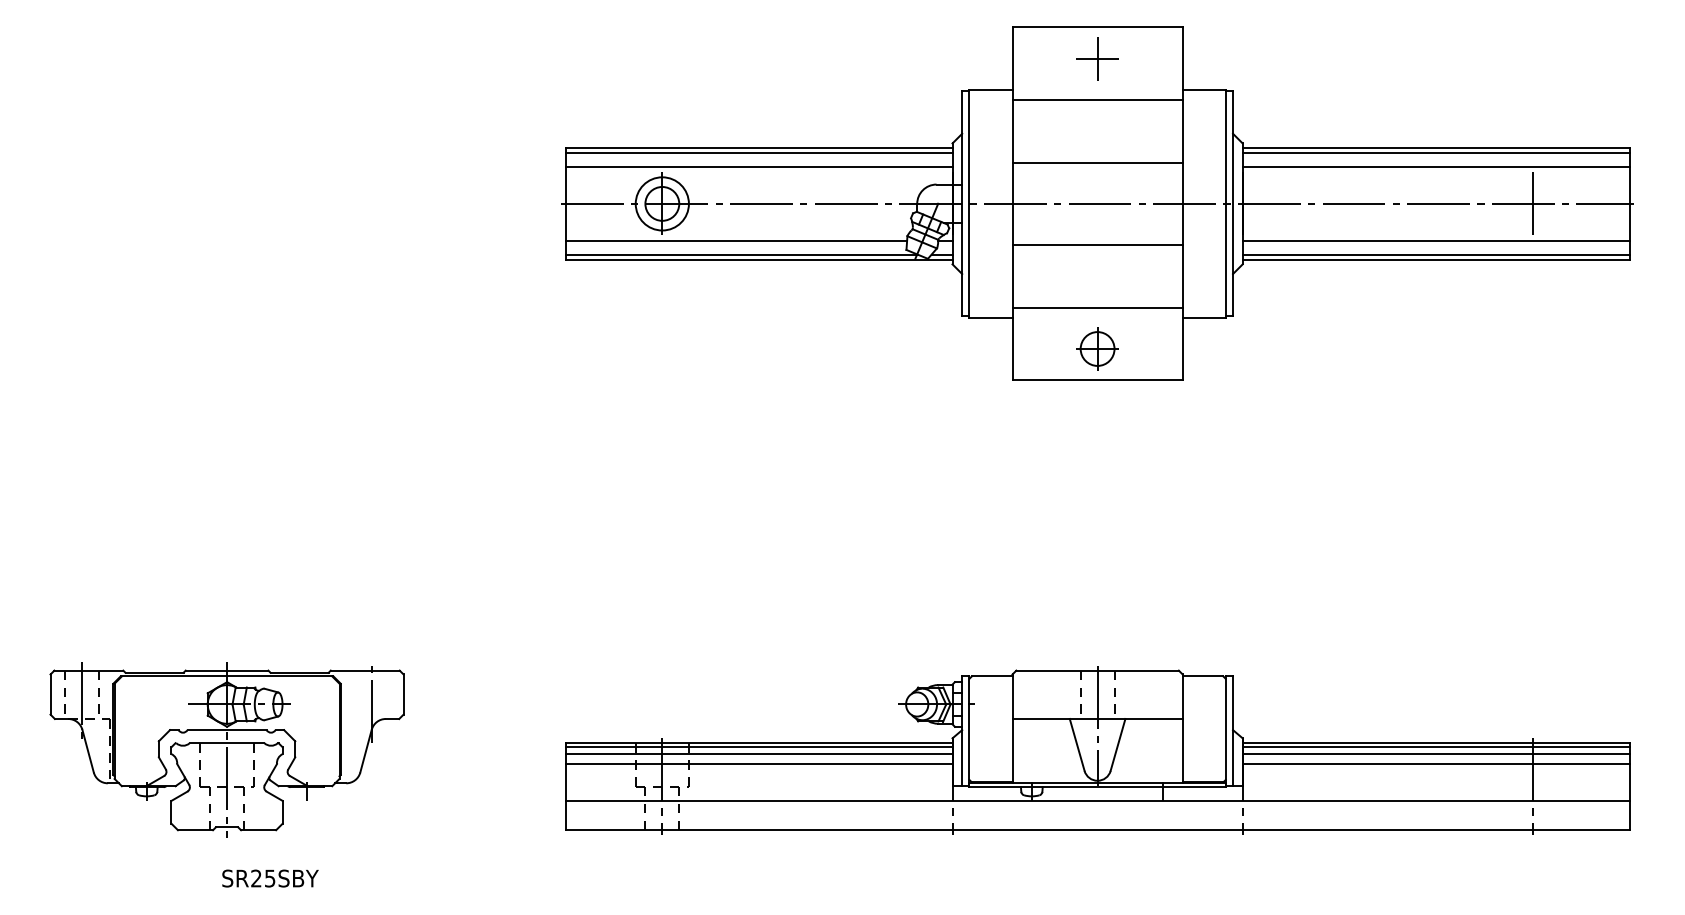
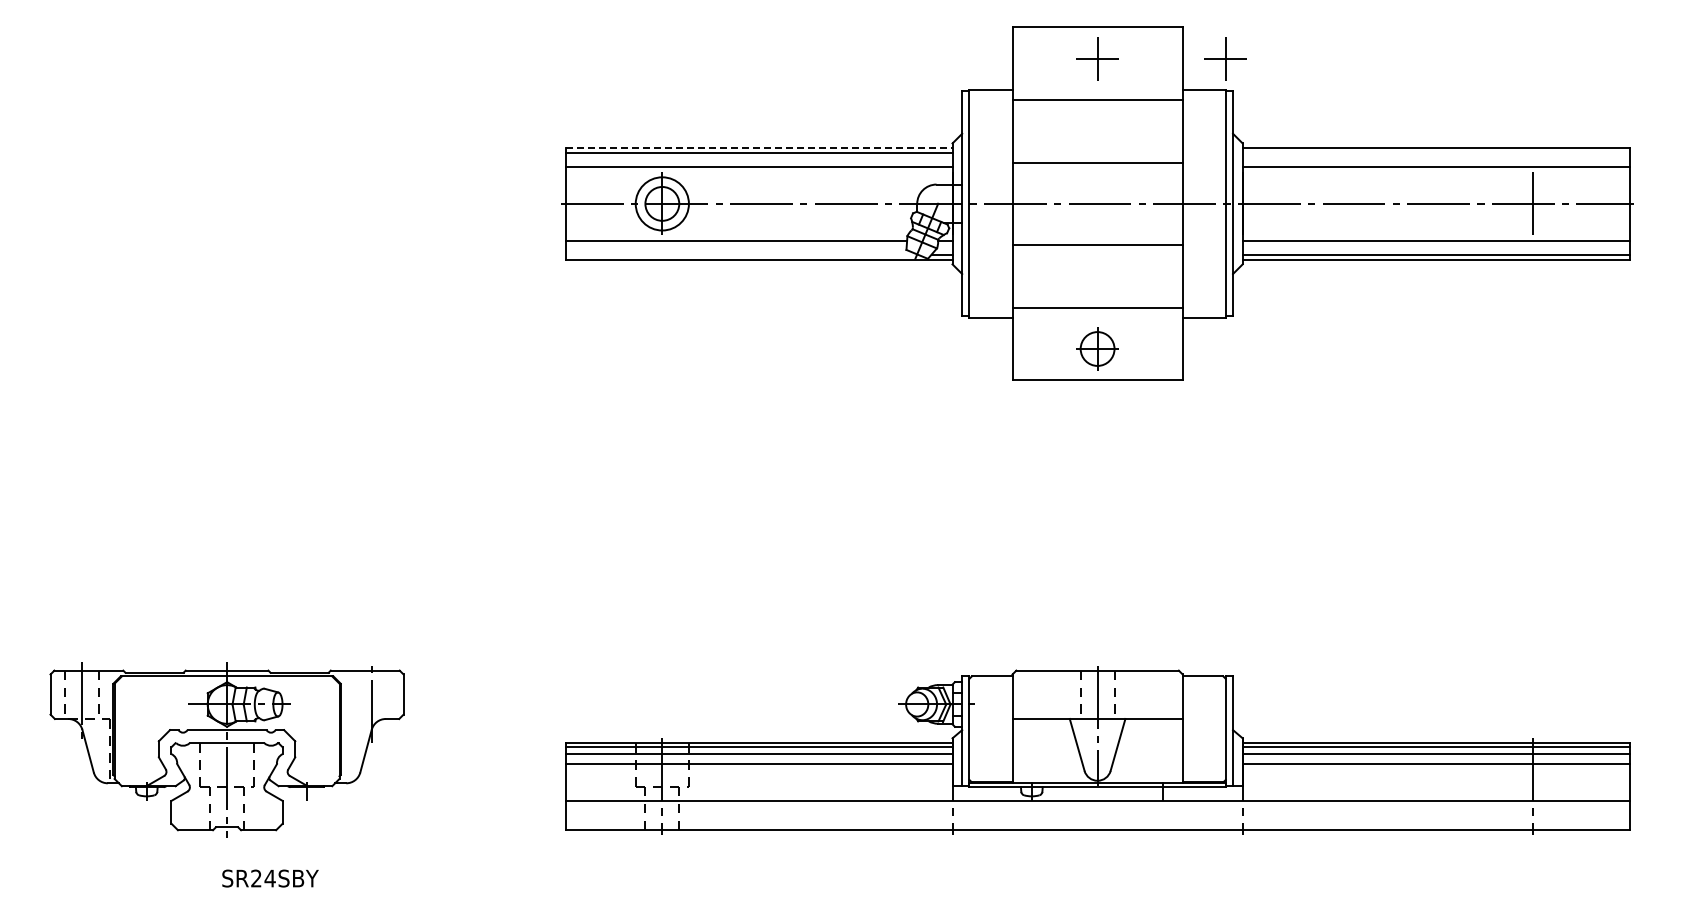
part at (1225, 58): none -> present
line at (759, 148): solid -> dashed
line at (1435, 153): present -> none
line at (741, 254): present -> none
text at (269, 878): SR25SBY -> SR24SBY
